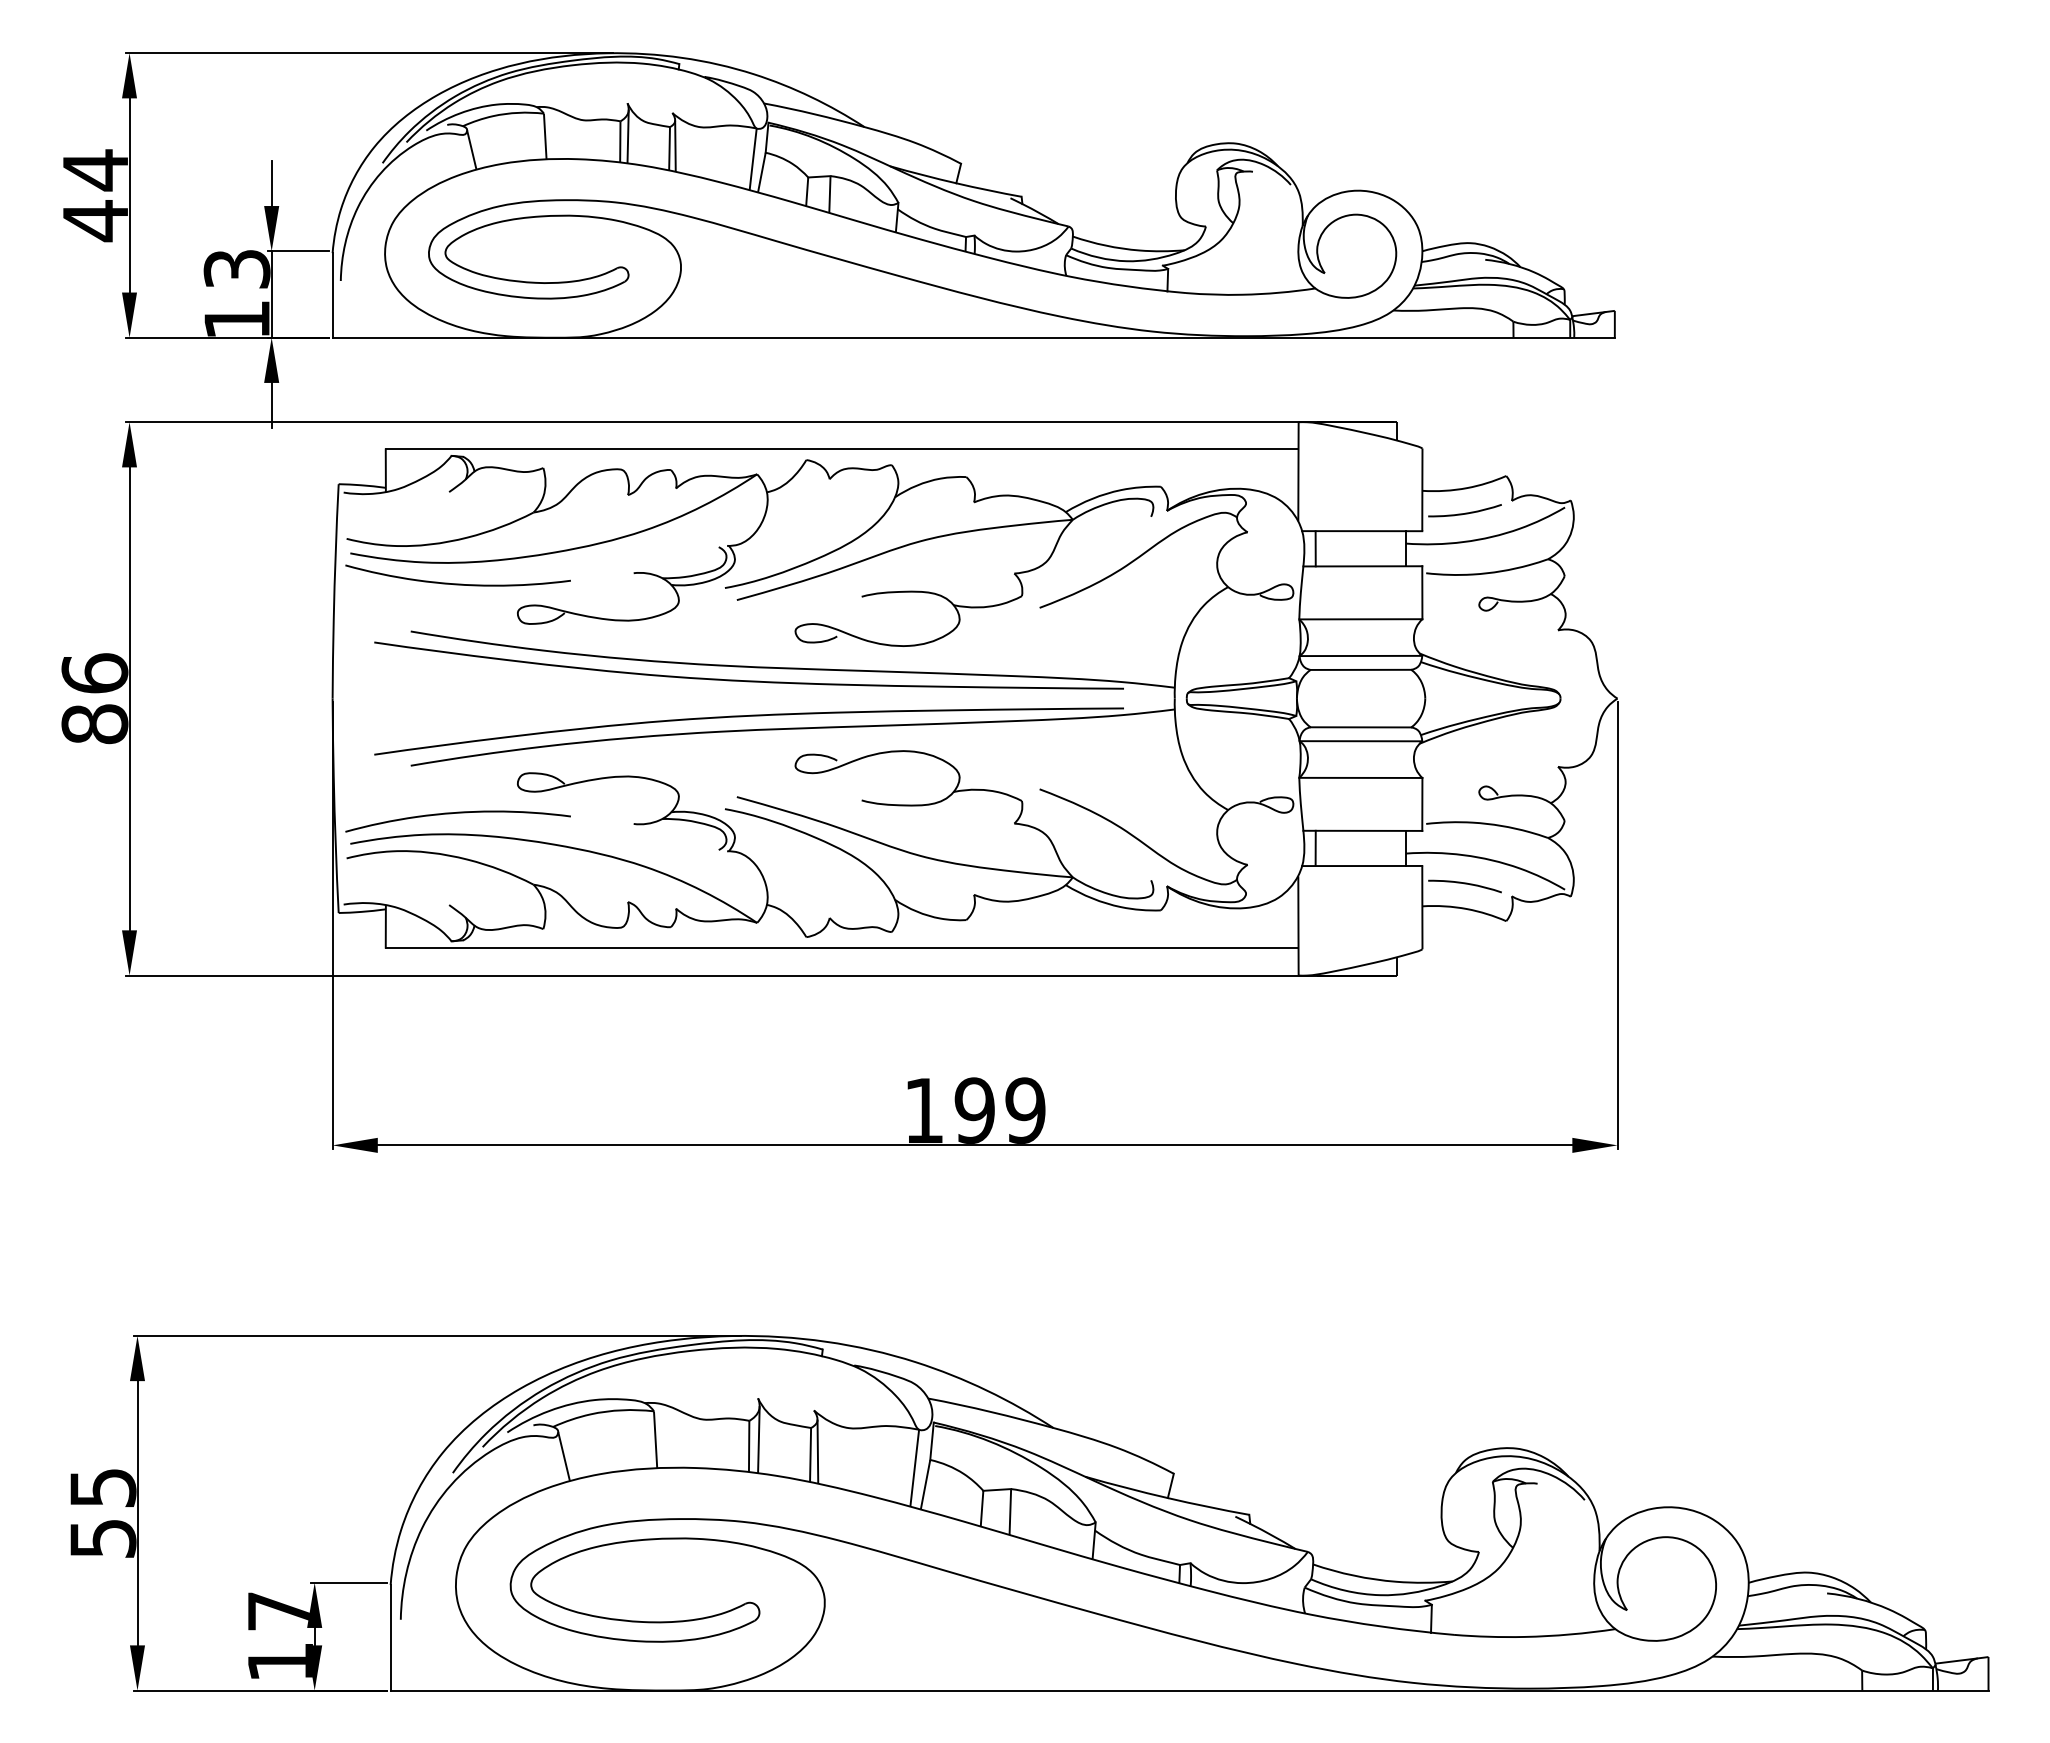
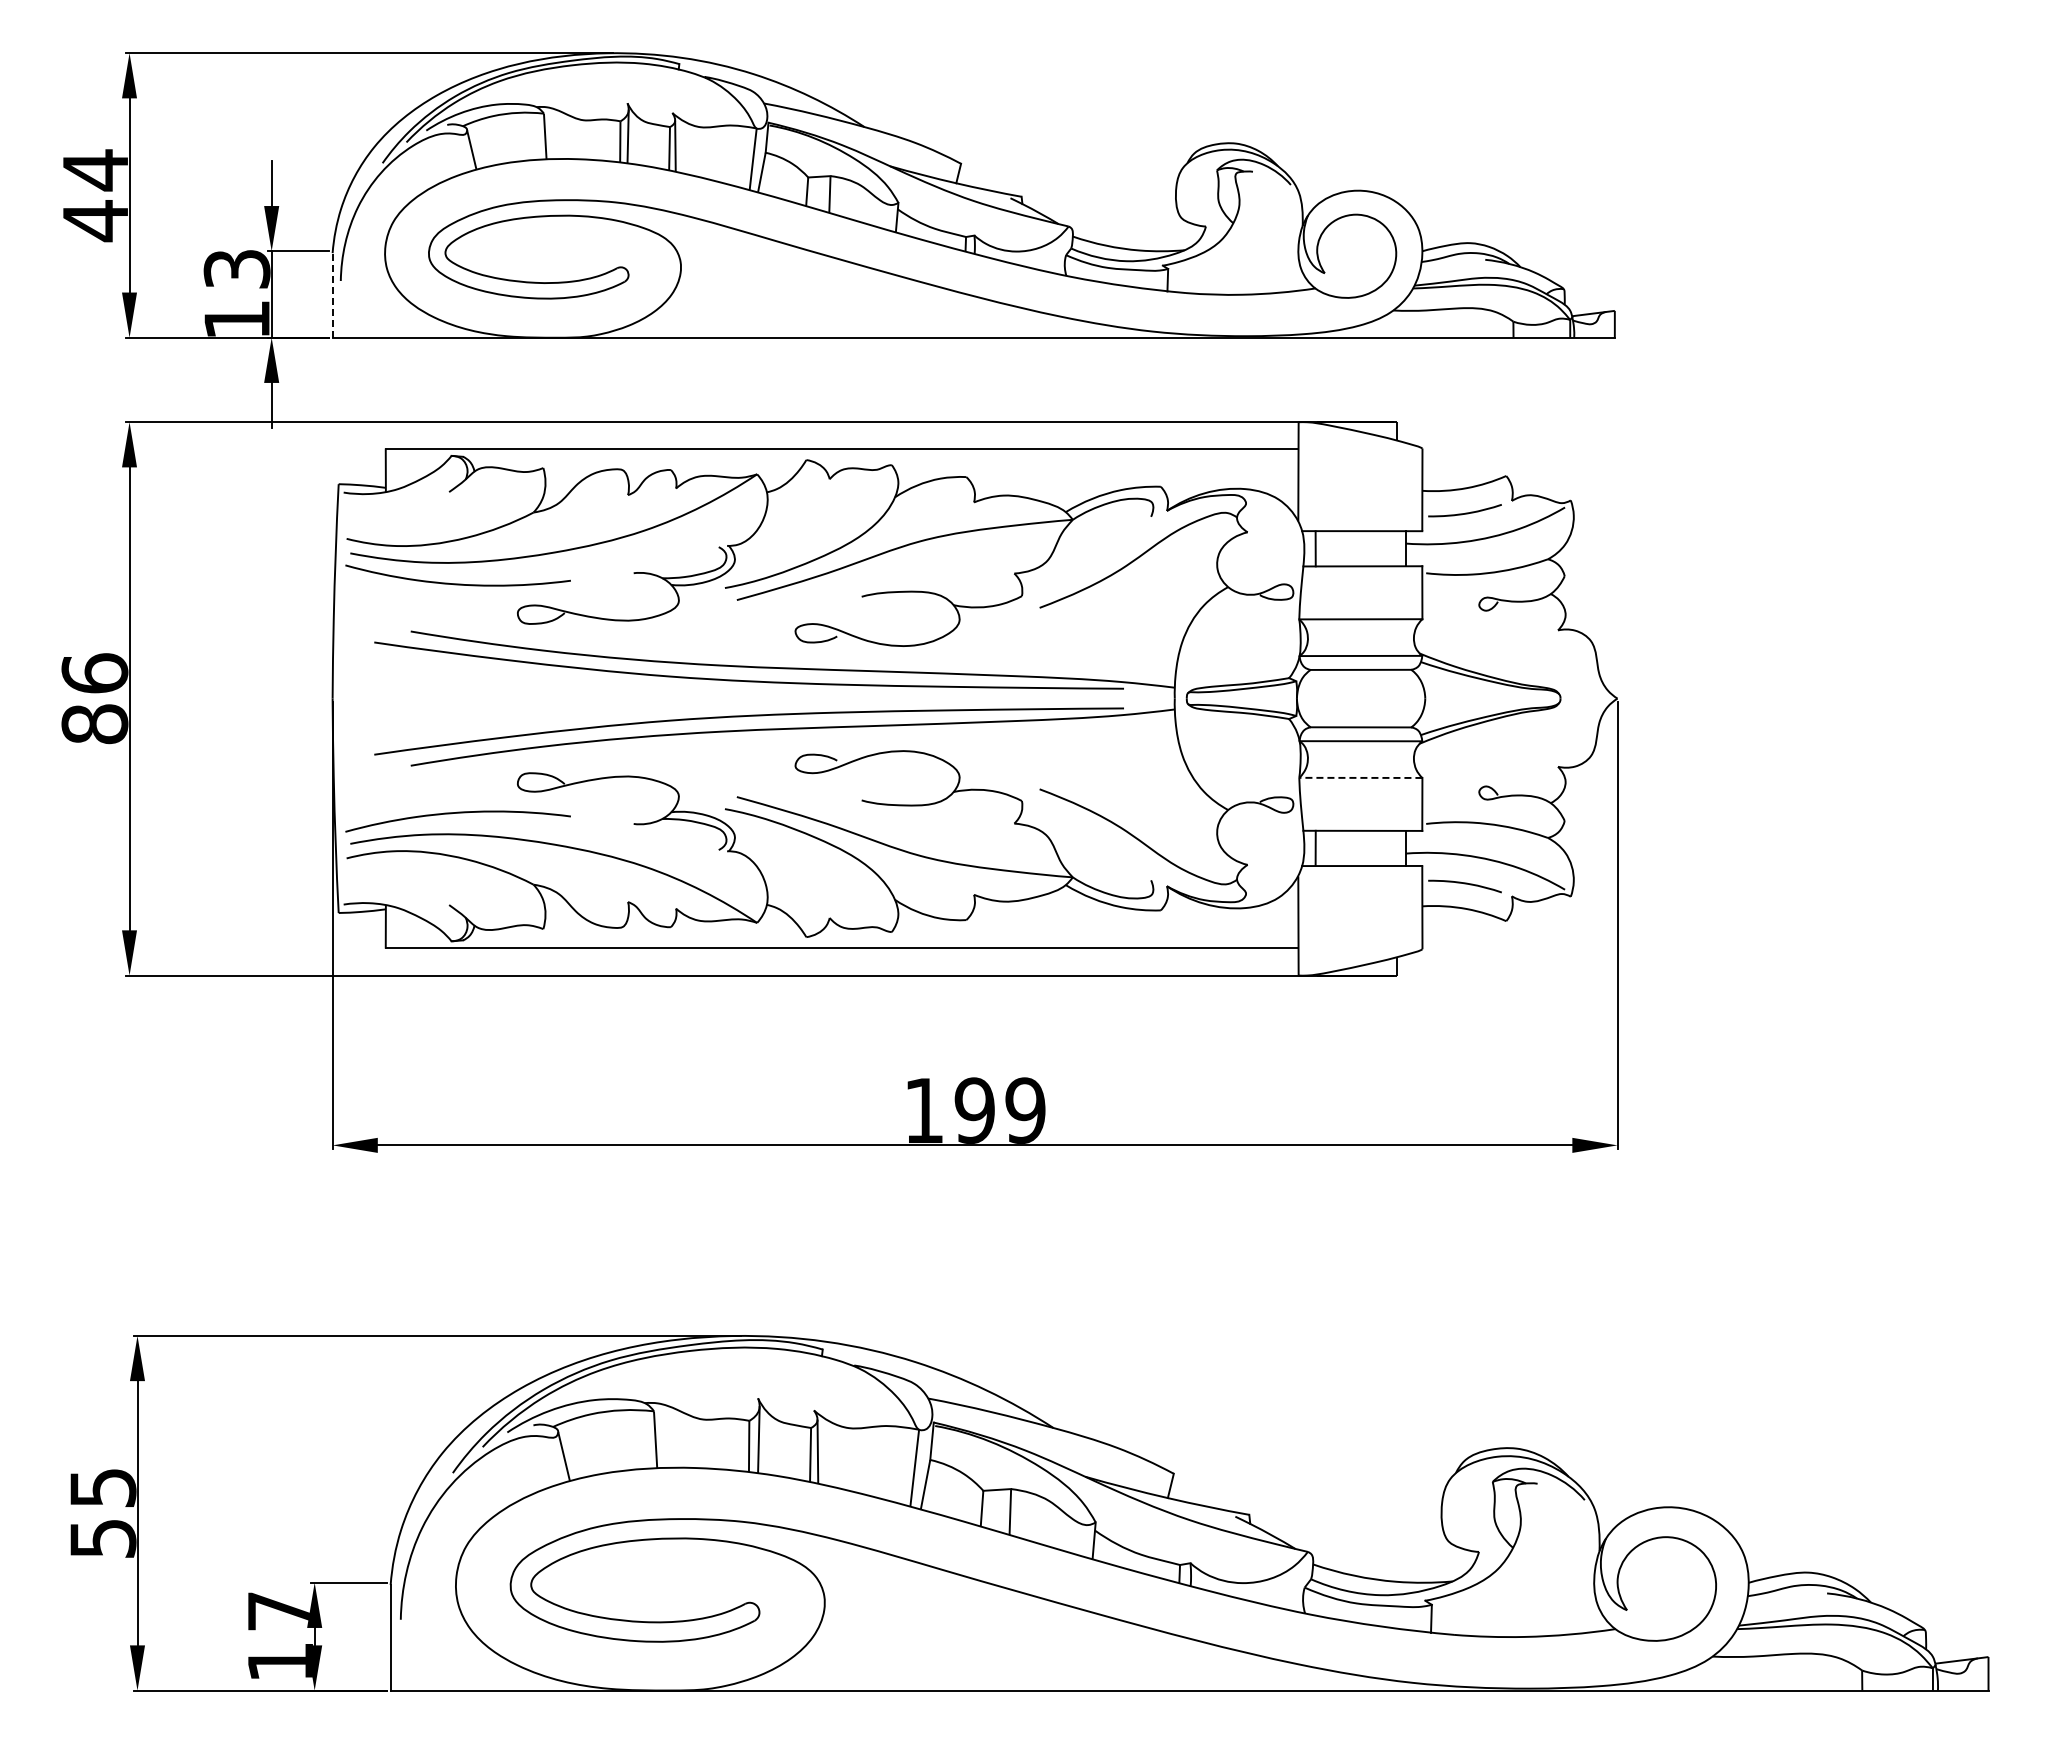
line at (332, 294): solid -> dashed
line at (1360, 777): solid -> dashed
